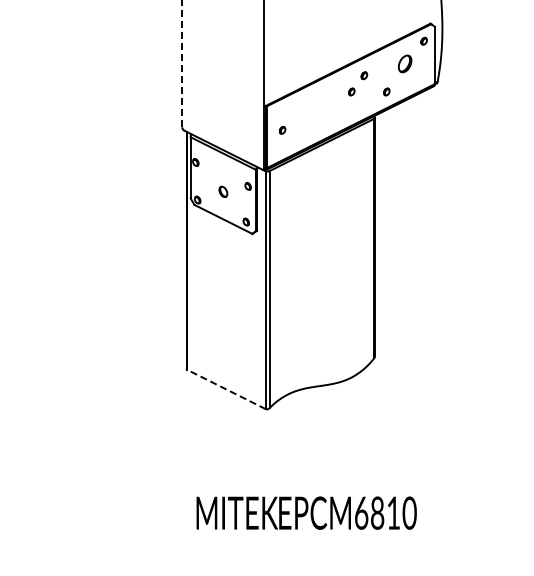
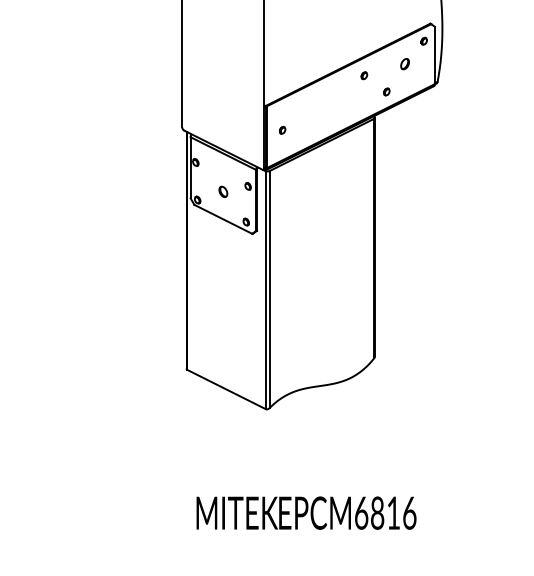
line at (182, 63): dashed -> solid
part at (405, 63) size: 15x20 px -> 10x13 px
part at (351, 91): present -> none
line at (226, 389): dashed -> solid
text at (409, 512): EPCM6810 -> EPCM6816
